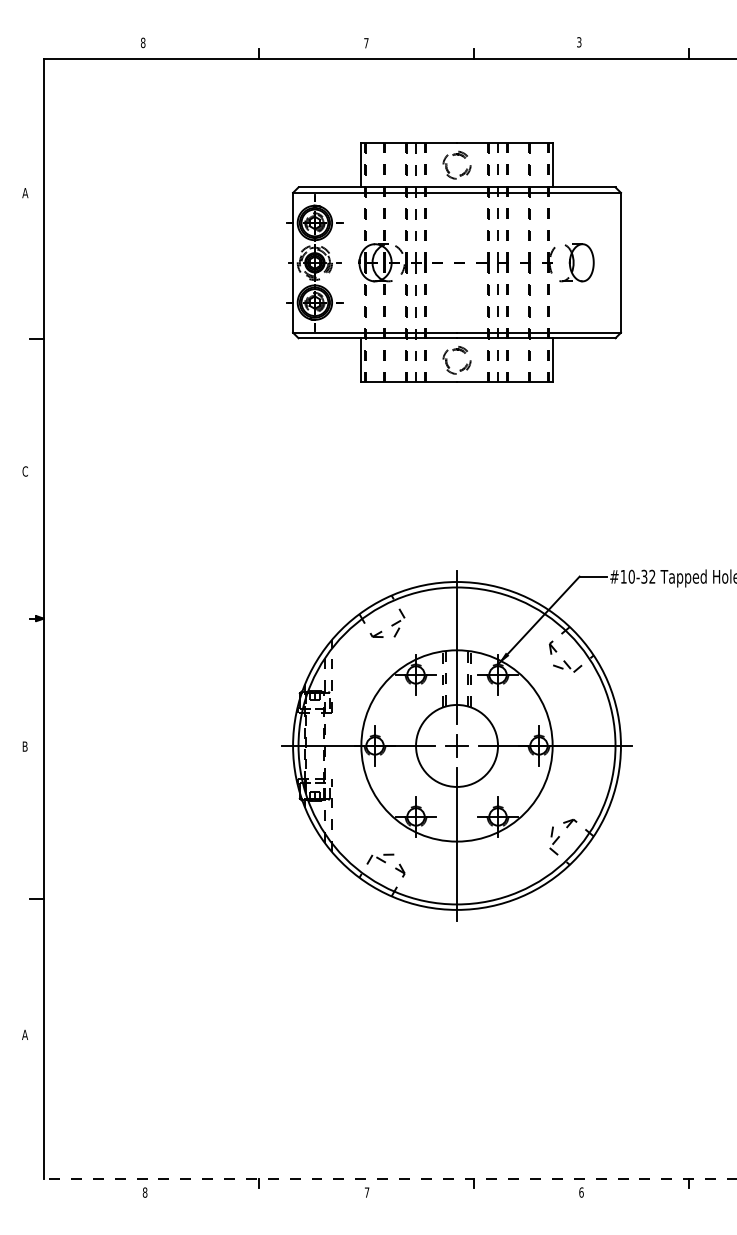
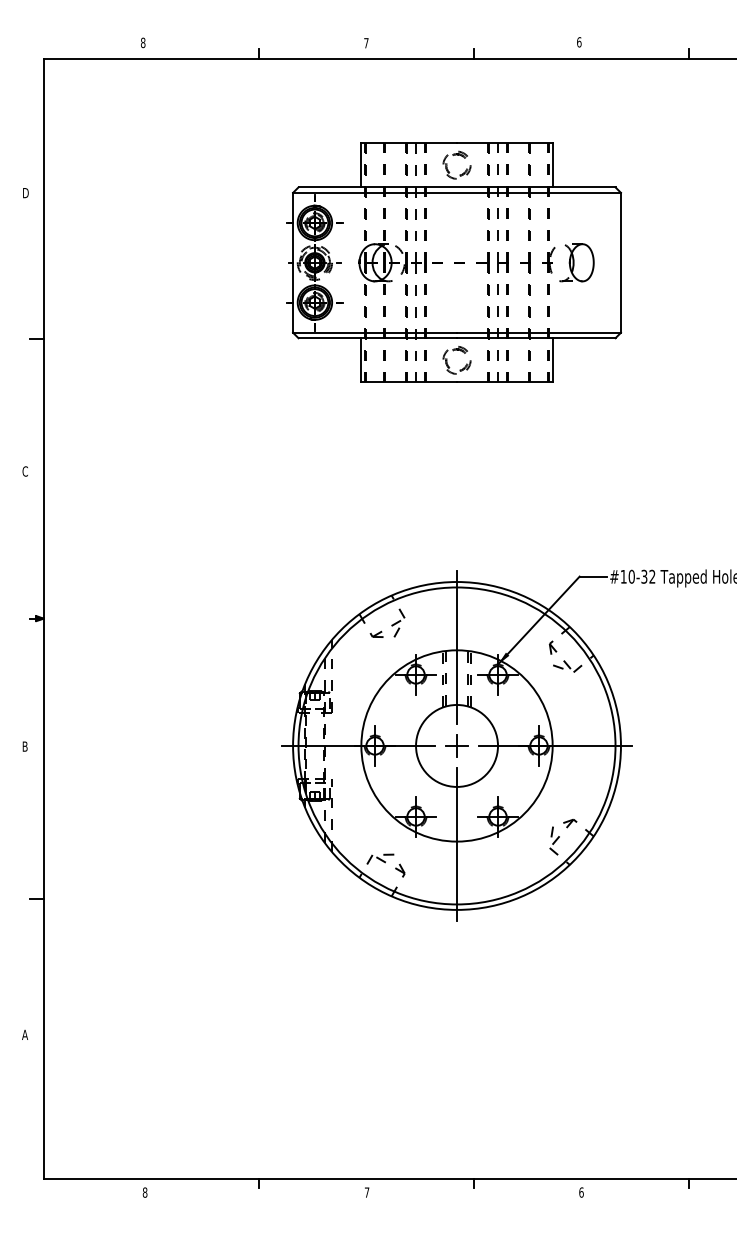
text at (579, 42): 3 -> 6
text at (25, 193): A -> D
line at (389, 1178): dashed -> solid
